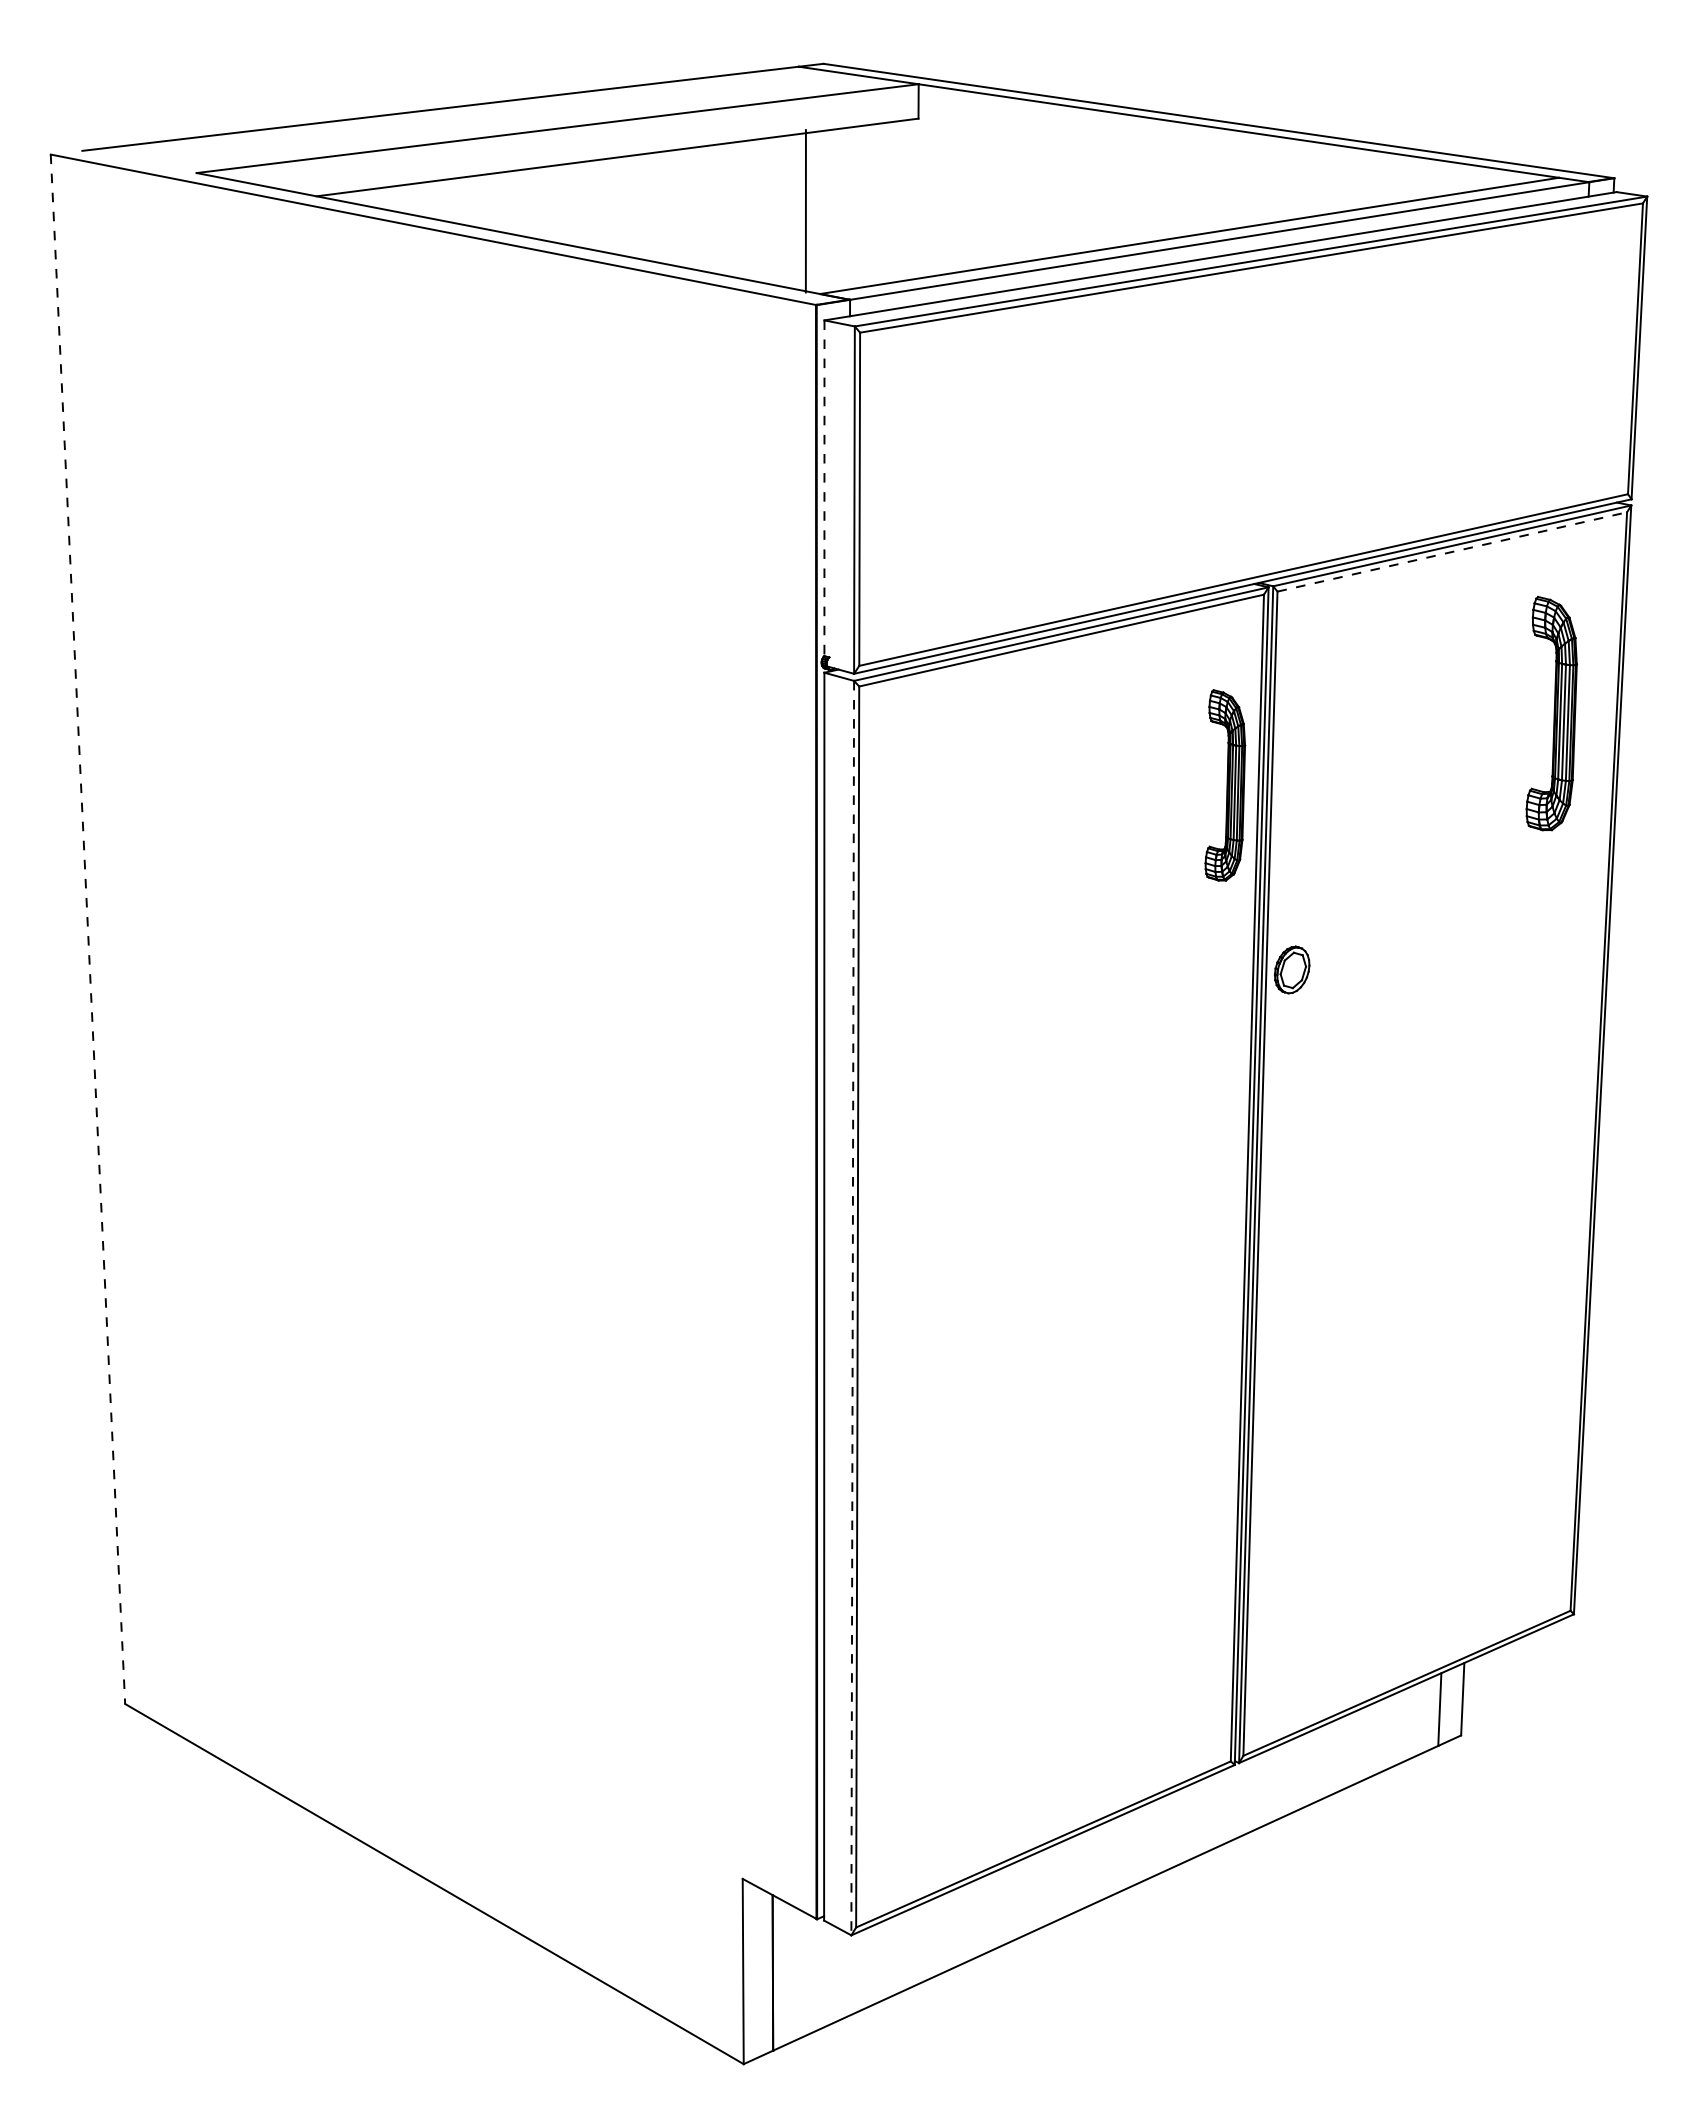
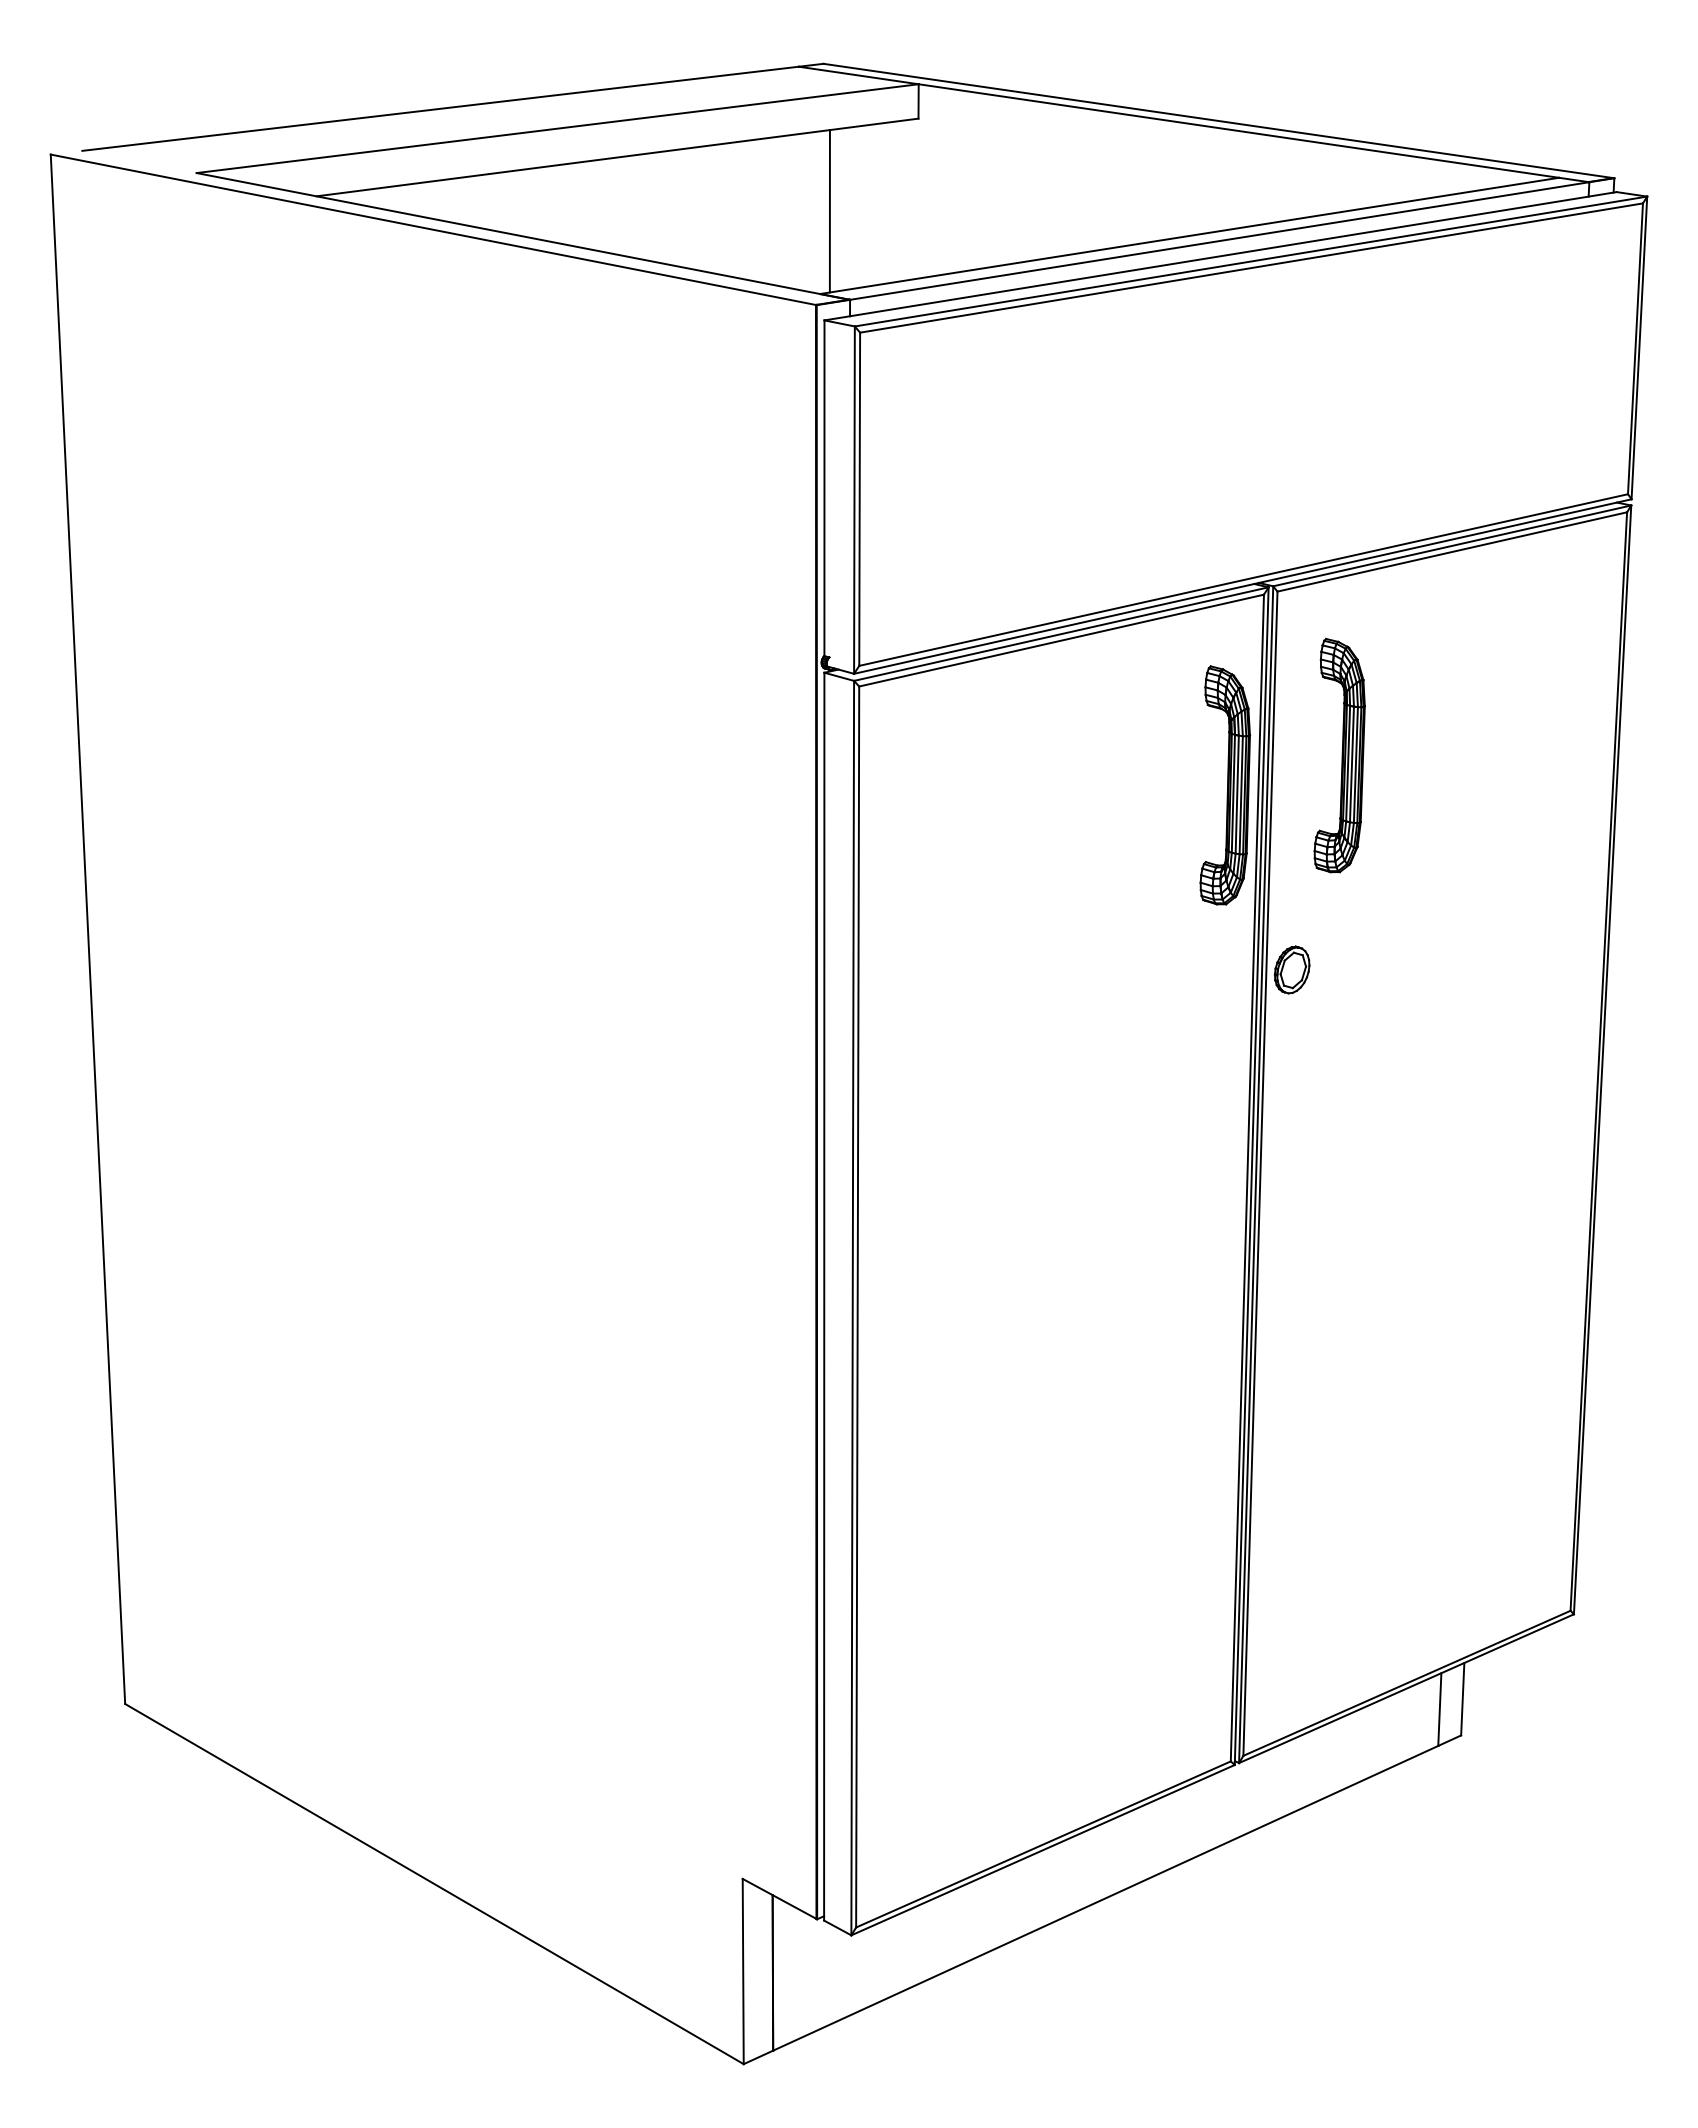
line at (805, 211) position: (805, 211) -> (829, 211)
line at (824, 488): dashed -> solid
line at (1452, 551): dashed -> solid
part at (1551, 713) position: (1551, 713) -> (1339, 755)
part at (1225, 785) size: 43x193 px -> 53x241 px
line at (87, 929): dashed -> solid
line at (852, 1308): dashed -> solid
